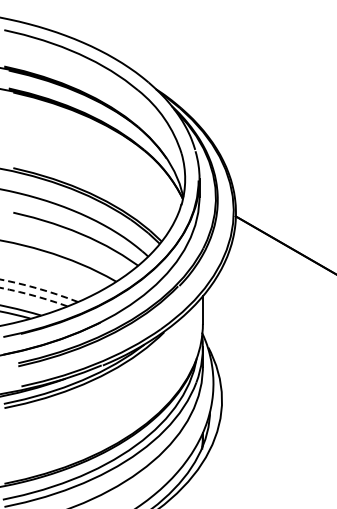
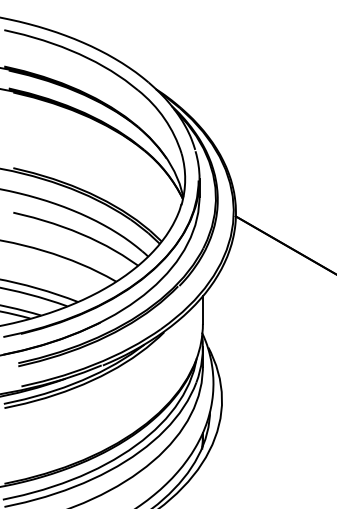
arc at (39, 288): dashed -> solid
arc at (33, 295): dashed -> solid
